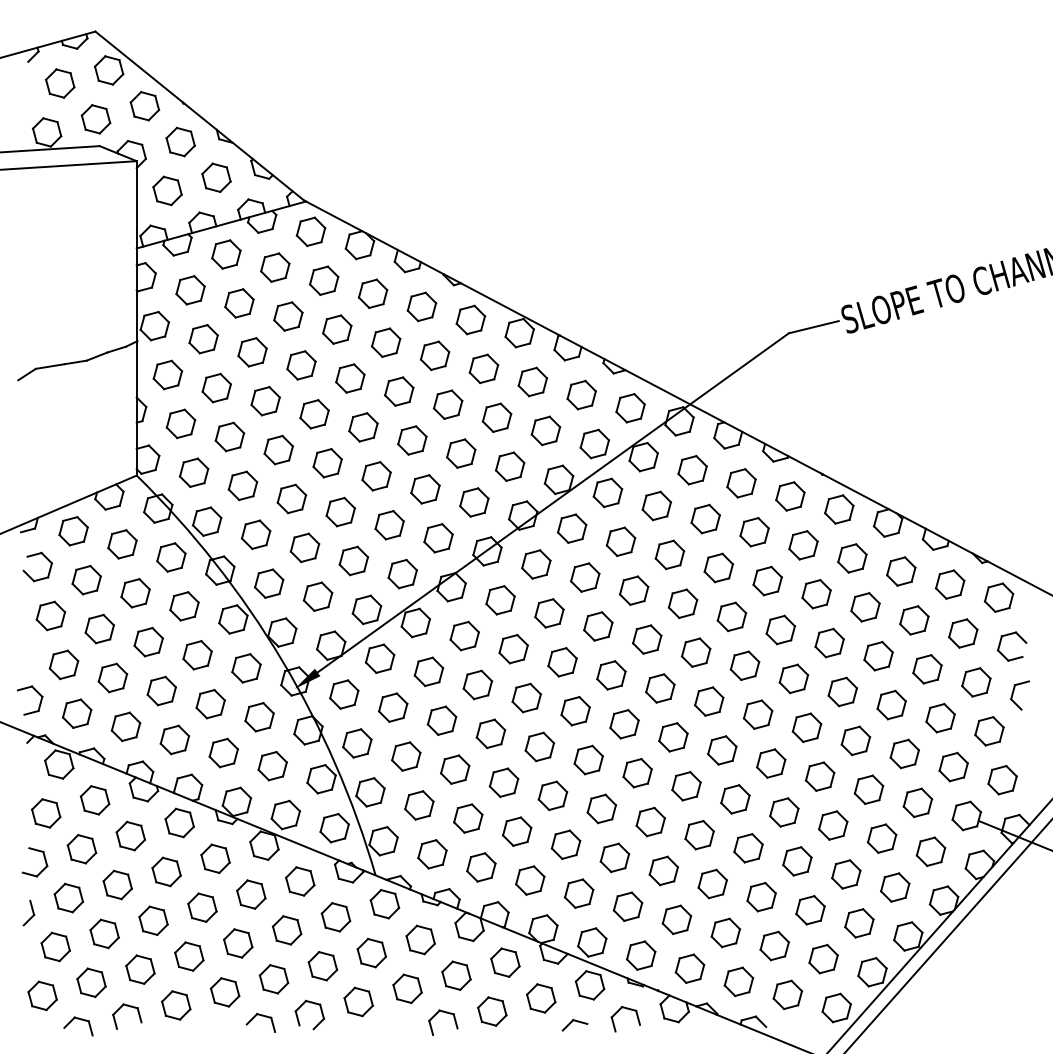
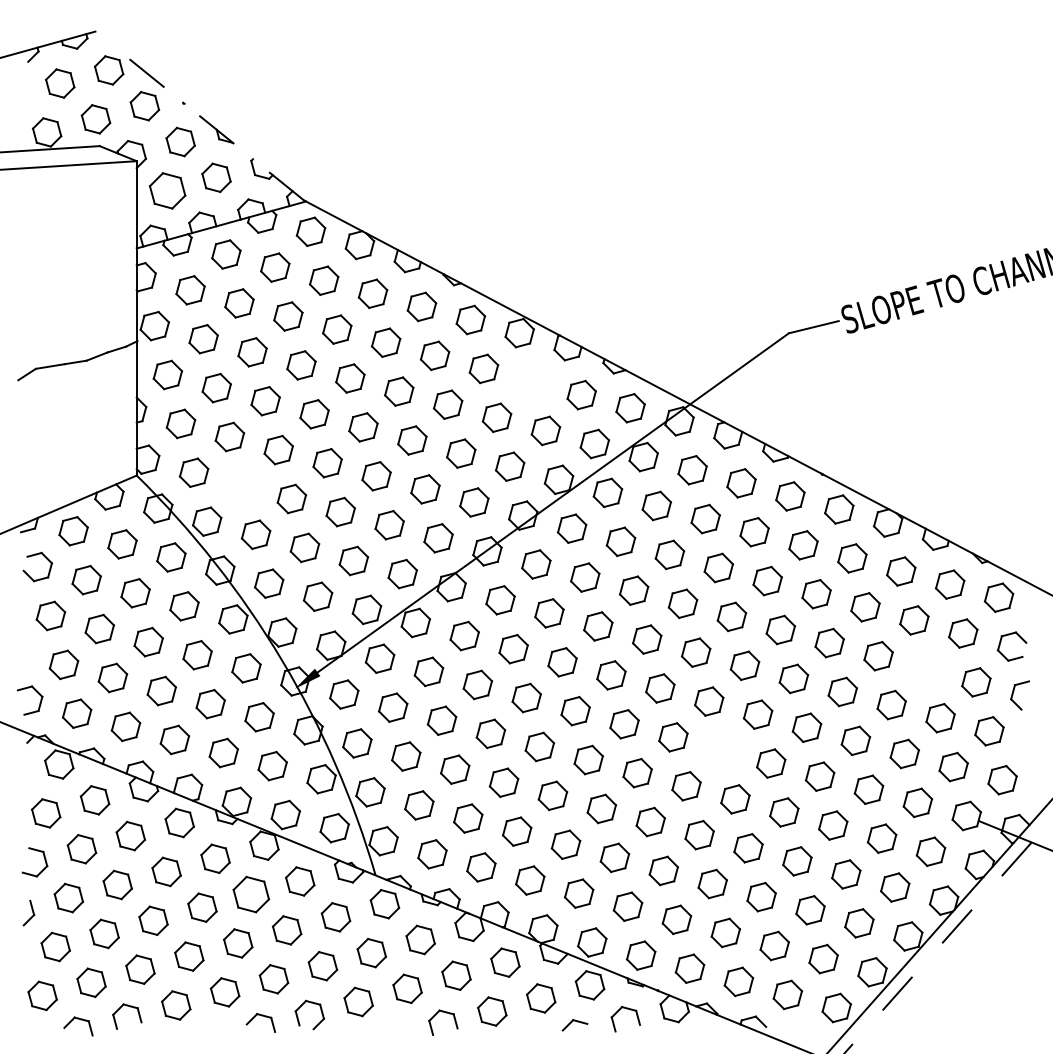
line at (199, 115): solid -> dashed
part at (167, 190) size: 31x32 px -> 39x38 px
part at (532, 381): present -> none
part at (242, 485): present -> none
part at (927, 669): present -> none
part at (722, 750): present -> none
part at (251, 894) size: 31x31 px -> 39x39 px
line at (948, 936): solid -> dashed
